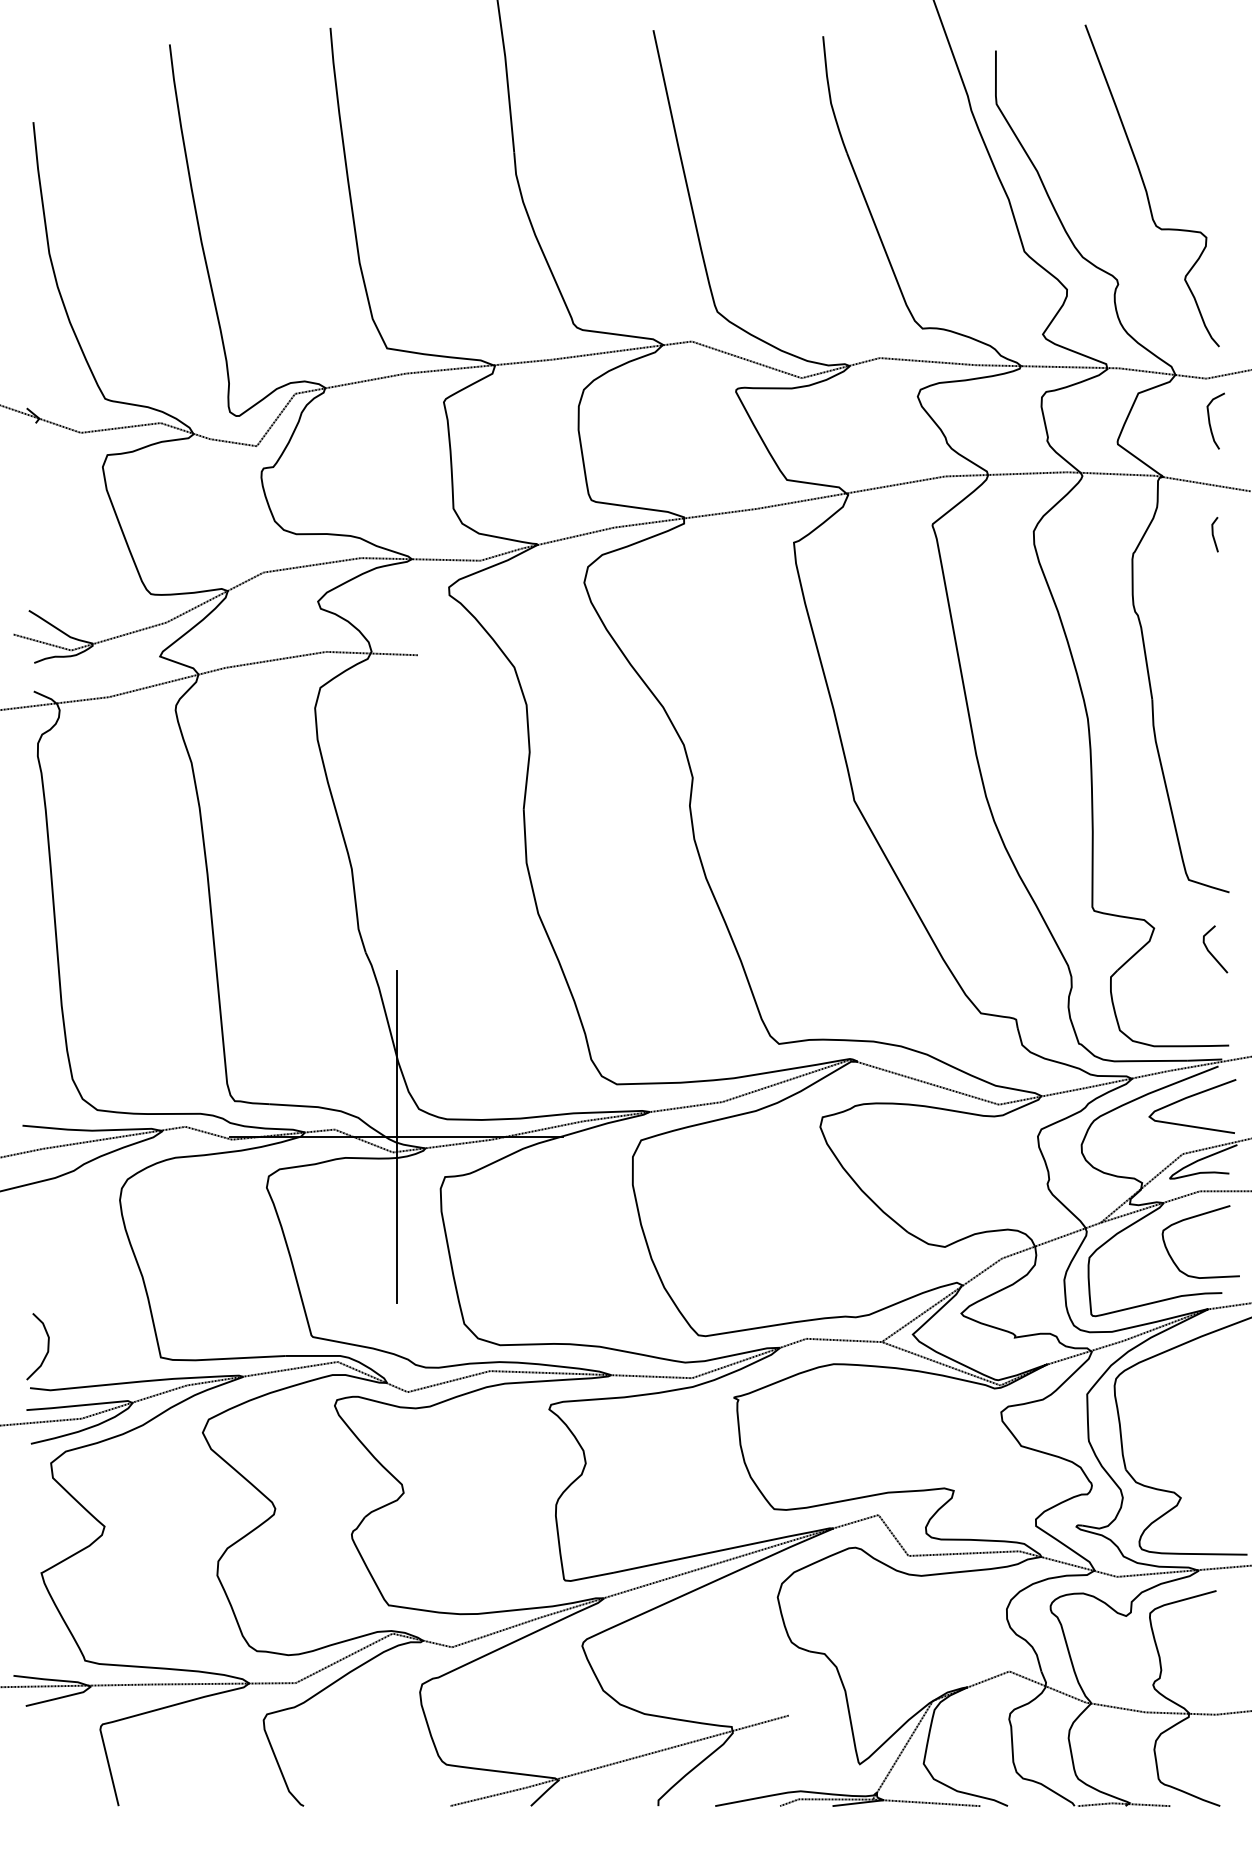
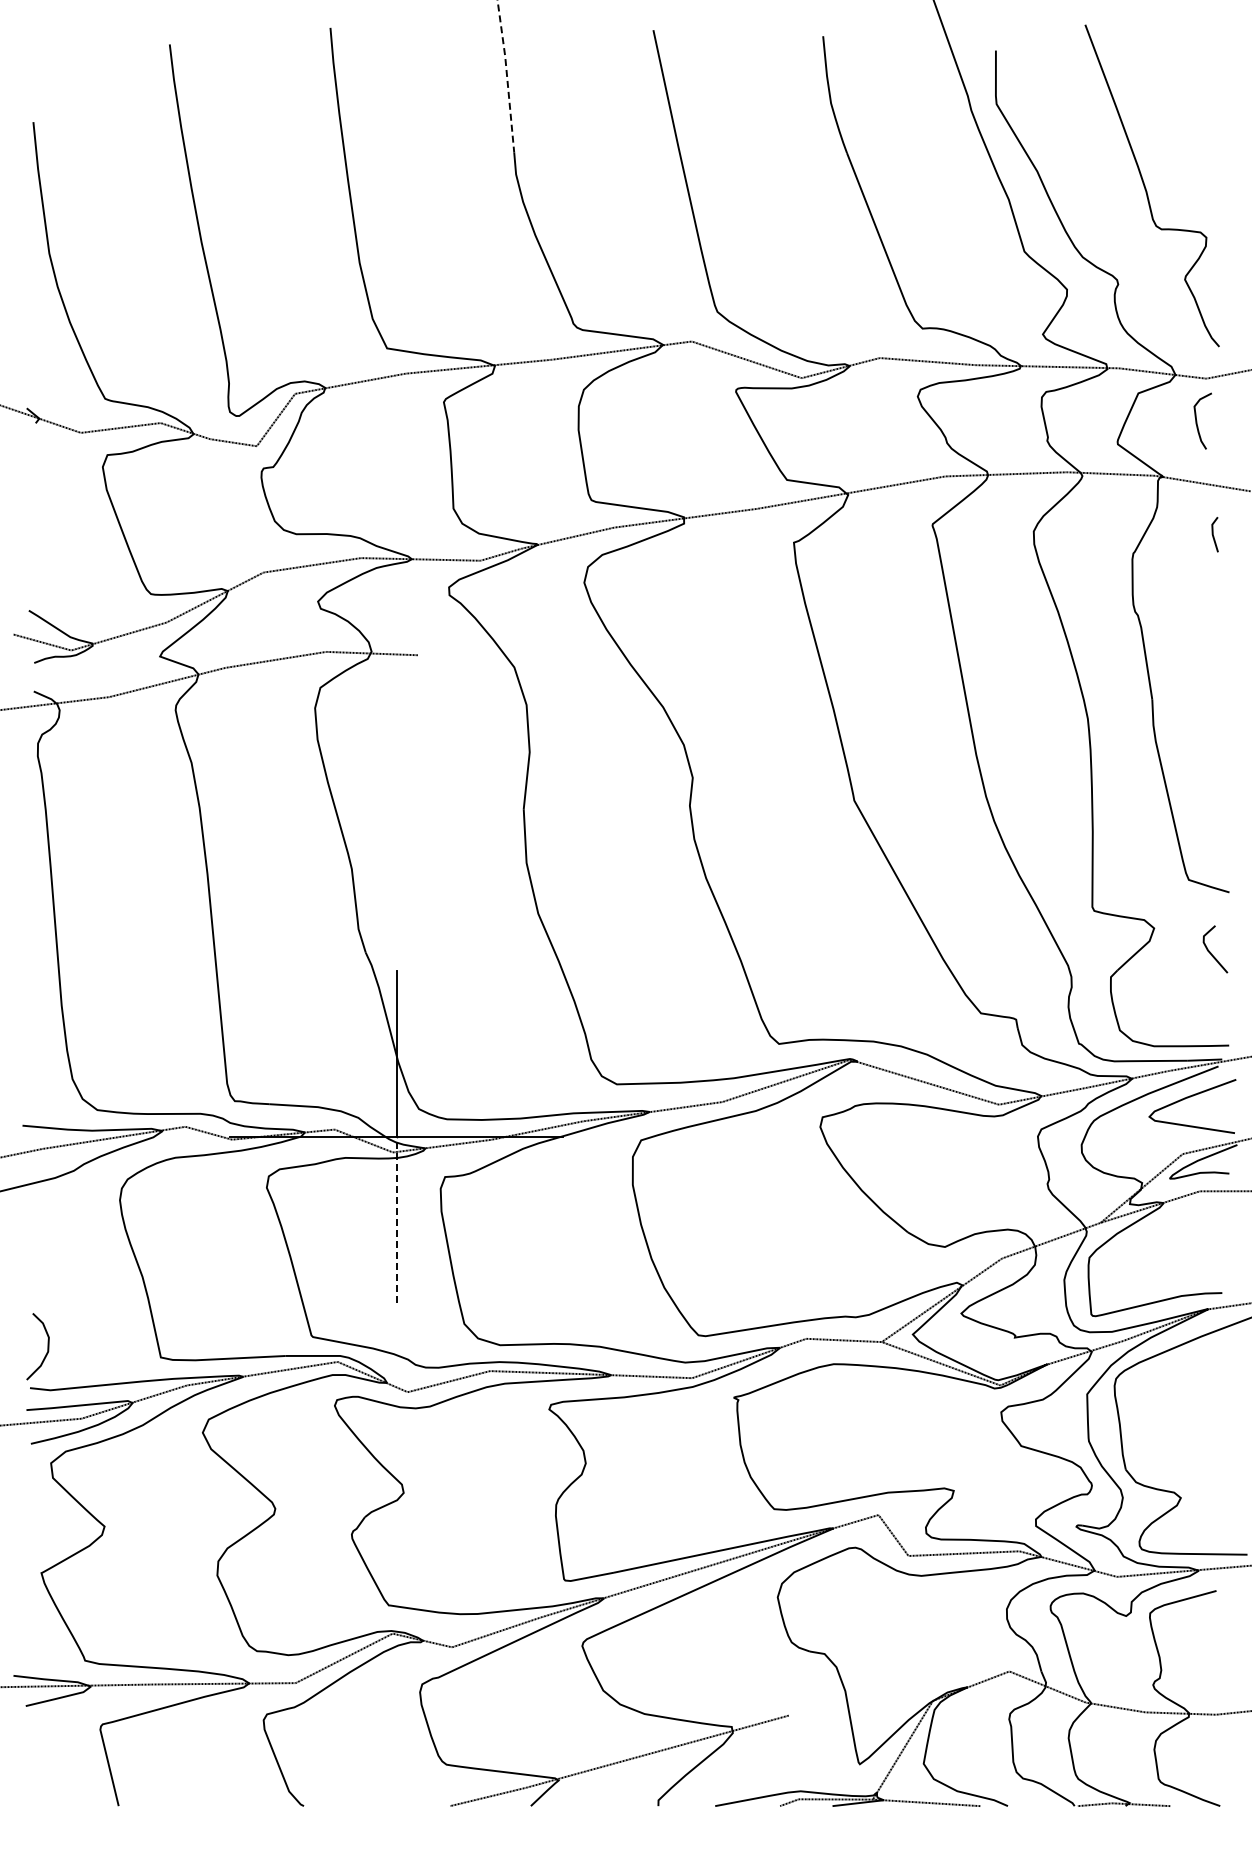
line at (507, 76): solid -> dashed
curve at (1210, 420) position: (1210, 420) -> (1197, 420)
curve at (1196, 1217): present -> none
line at (396, 1220): solid -> dashed
